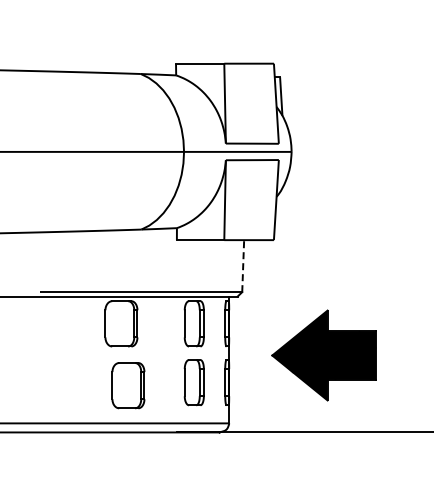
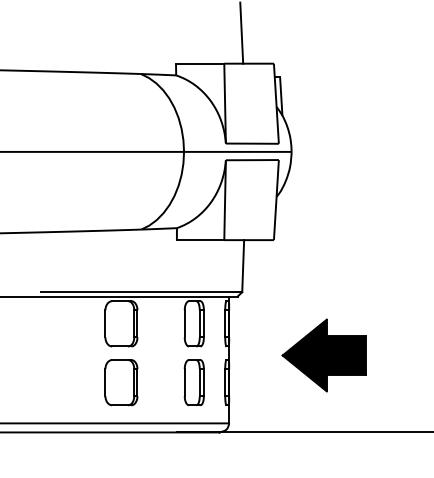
line at (241, 32): none -> present
line at (243, 265): dashed -> solid
part at (323, 355) size: 106x93 px -> 86x75 px
part at (128, 385) position: (128, 385) -> (121, 382)
